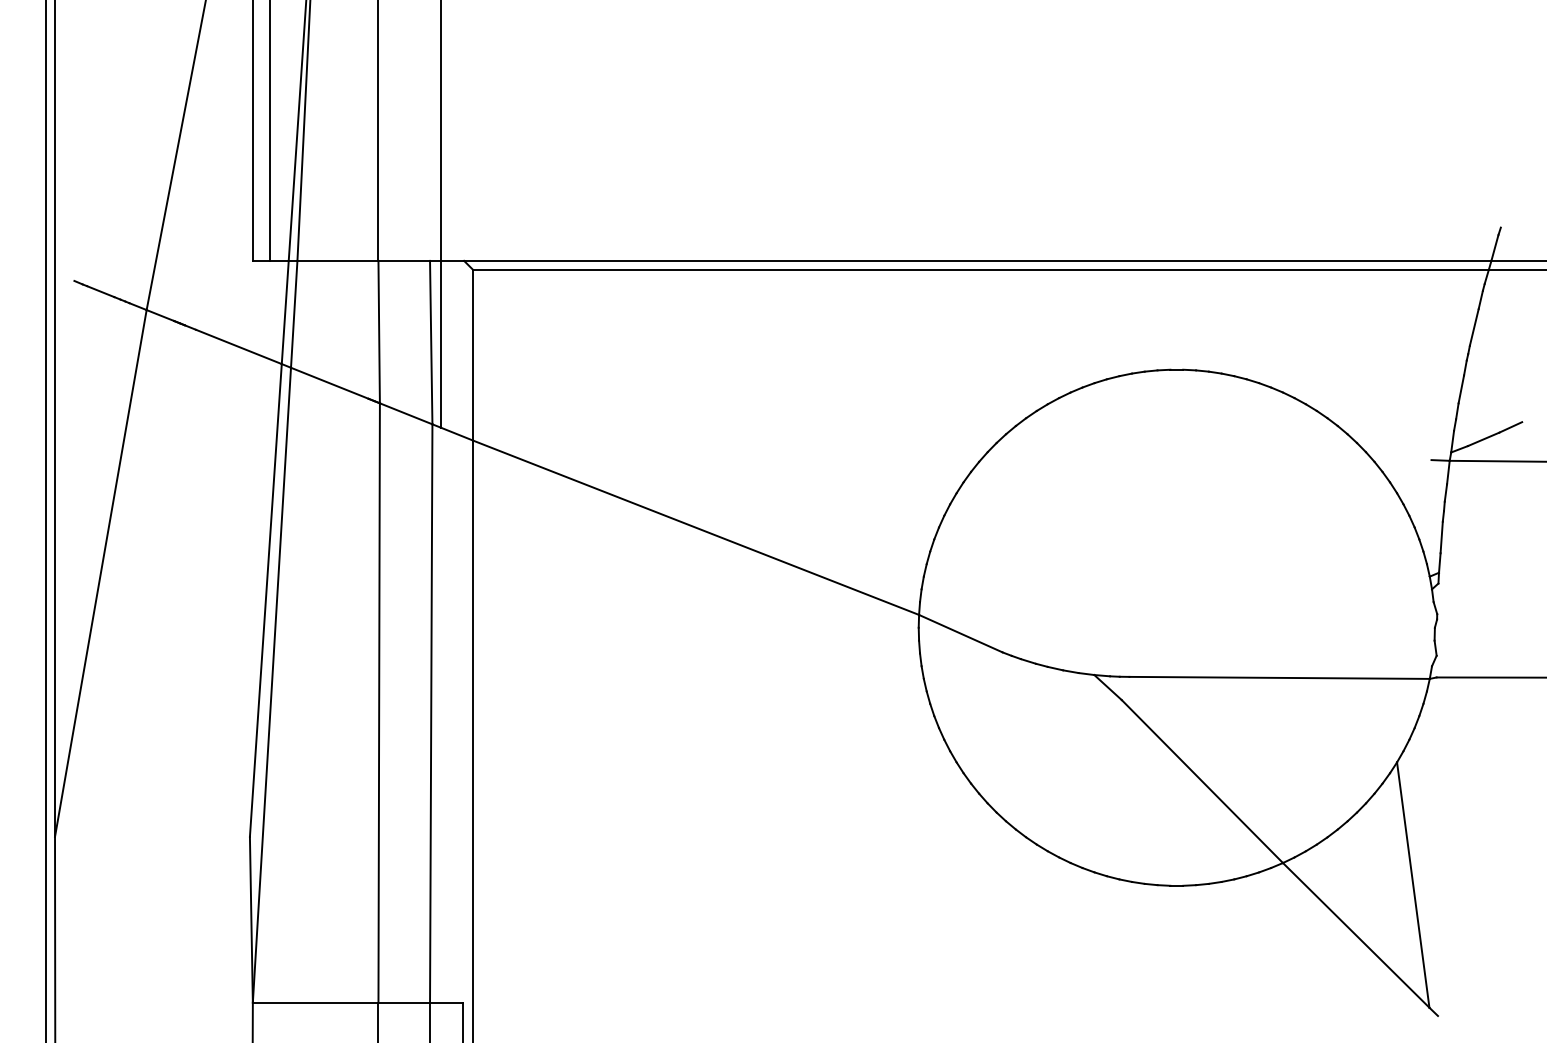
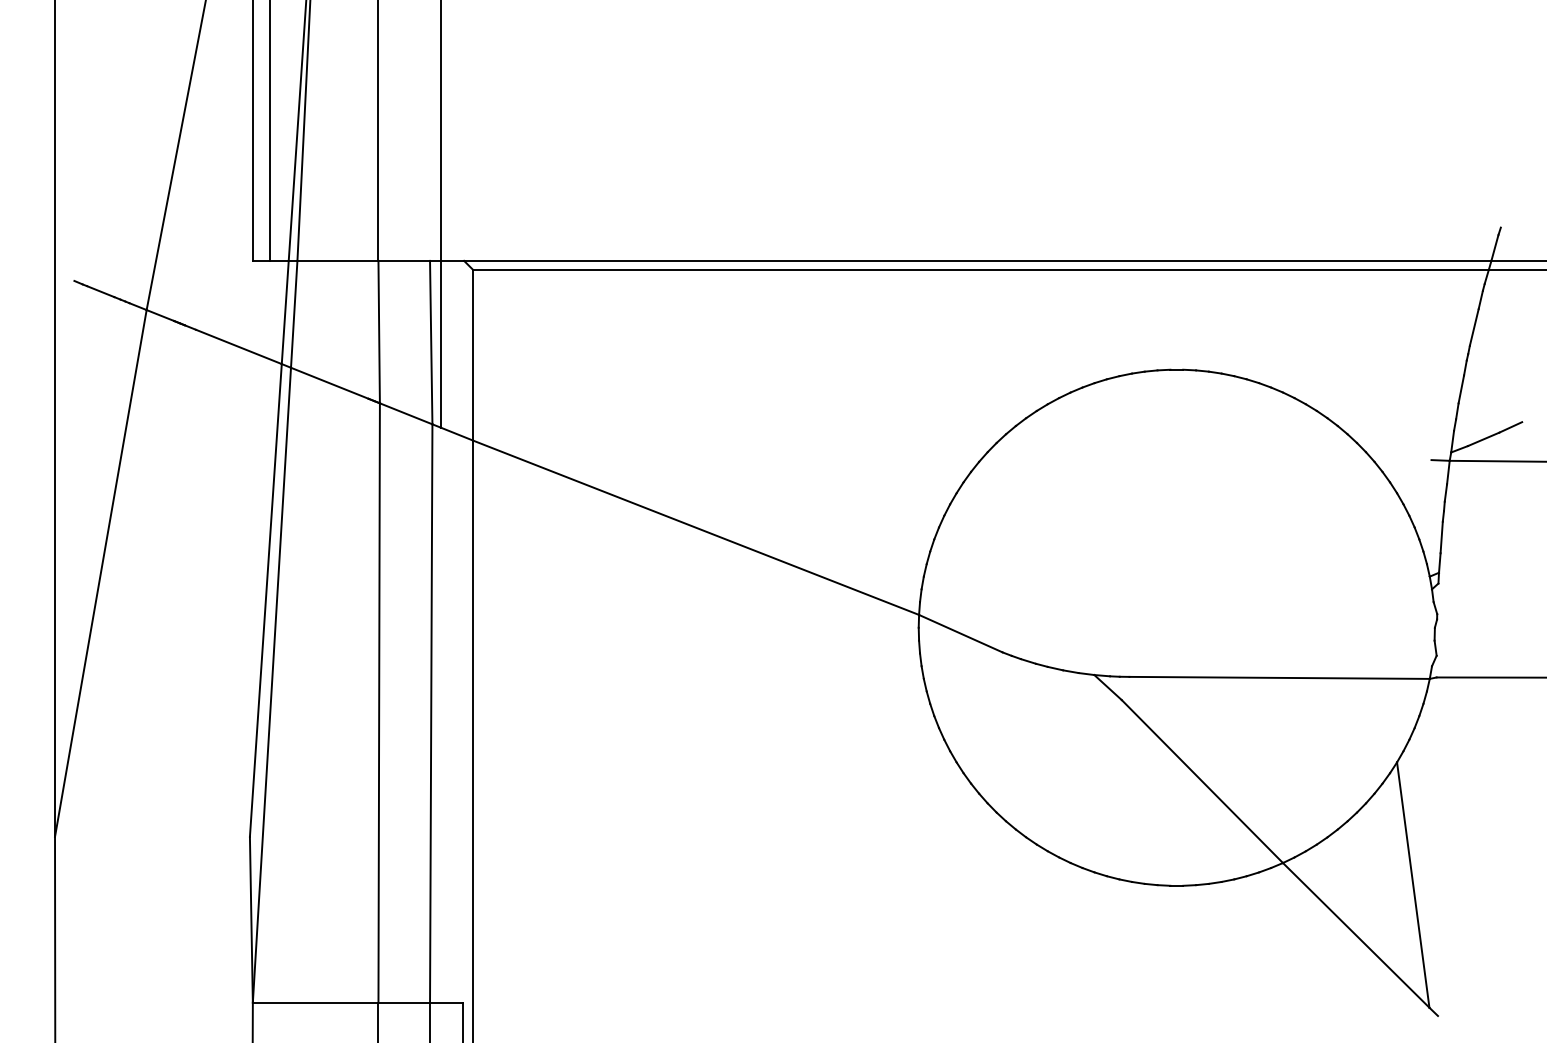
line at (46, 520): present -> none
